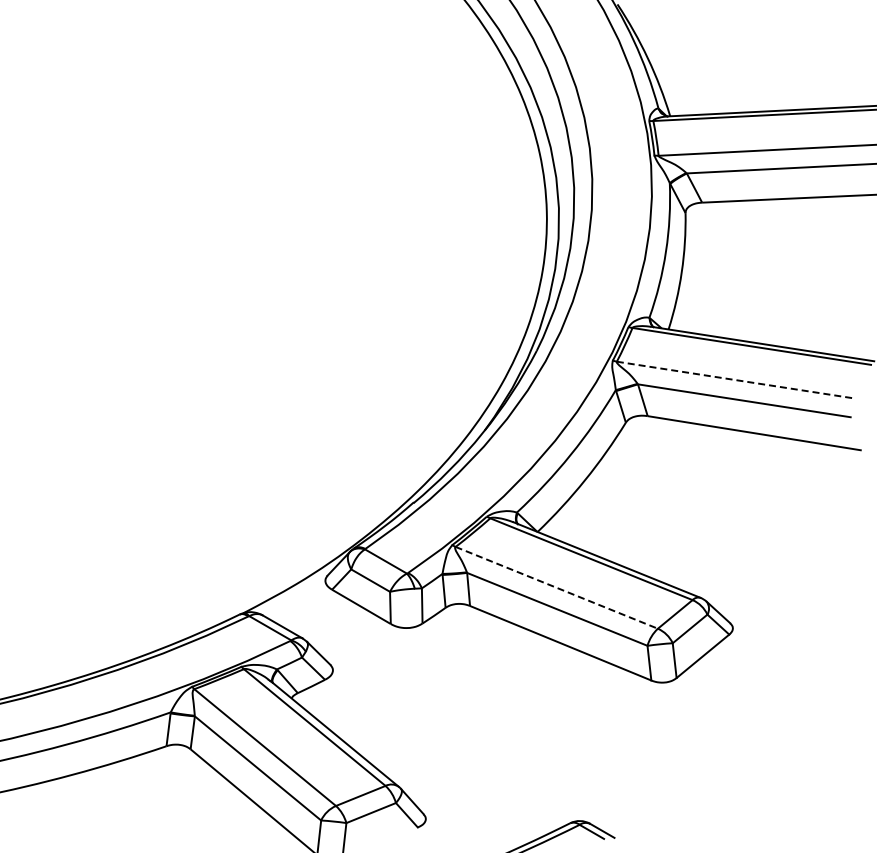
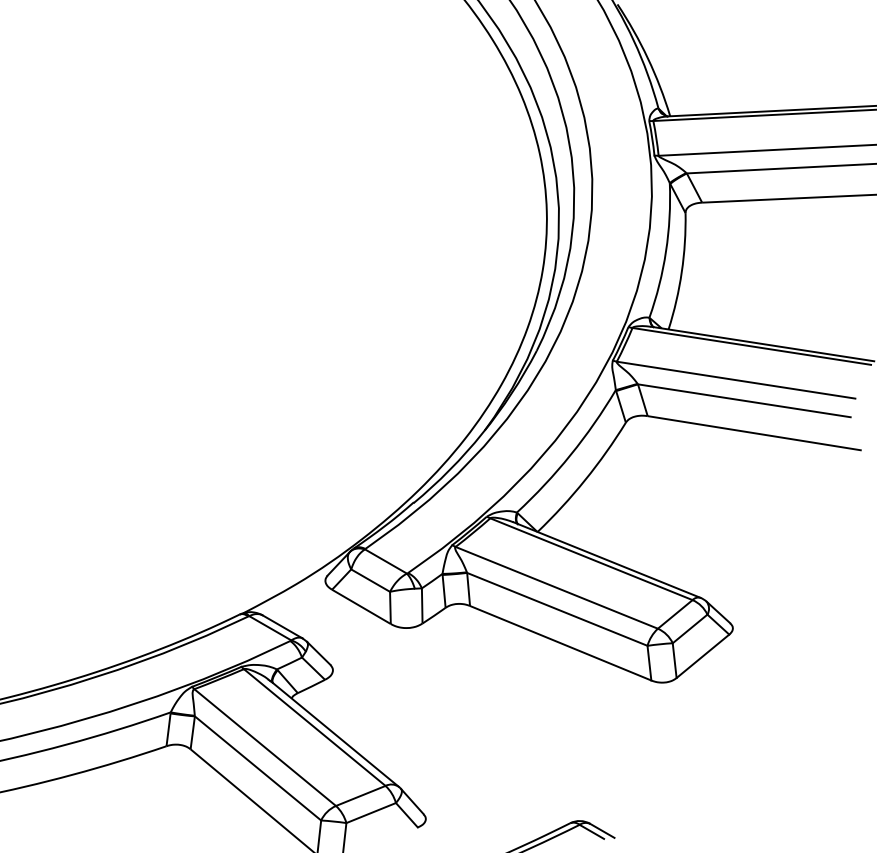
line at (736, 380): dashed -> solid
line at (557, 588): dashed -> solid
